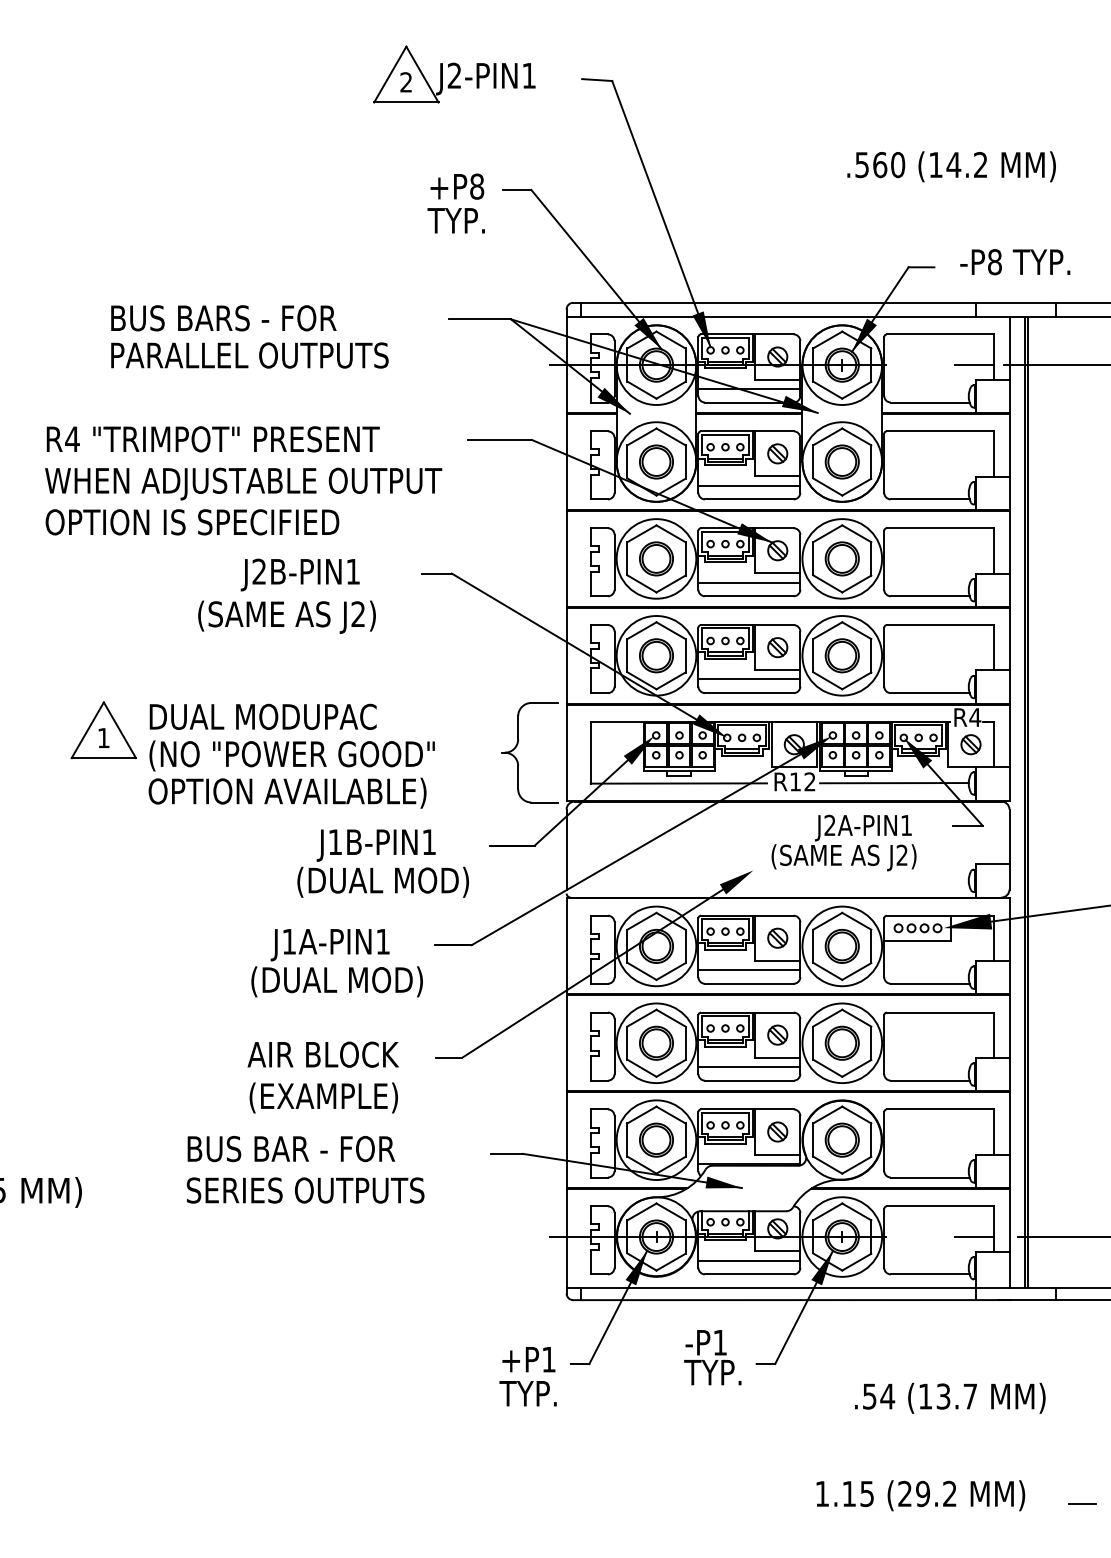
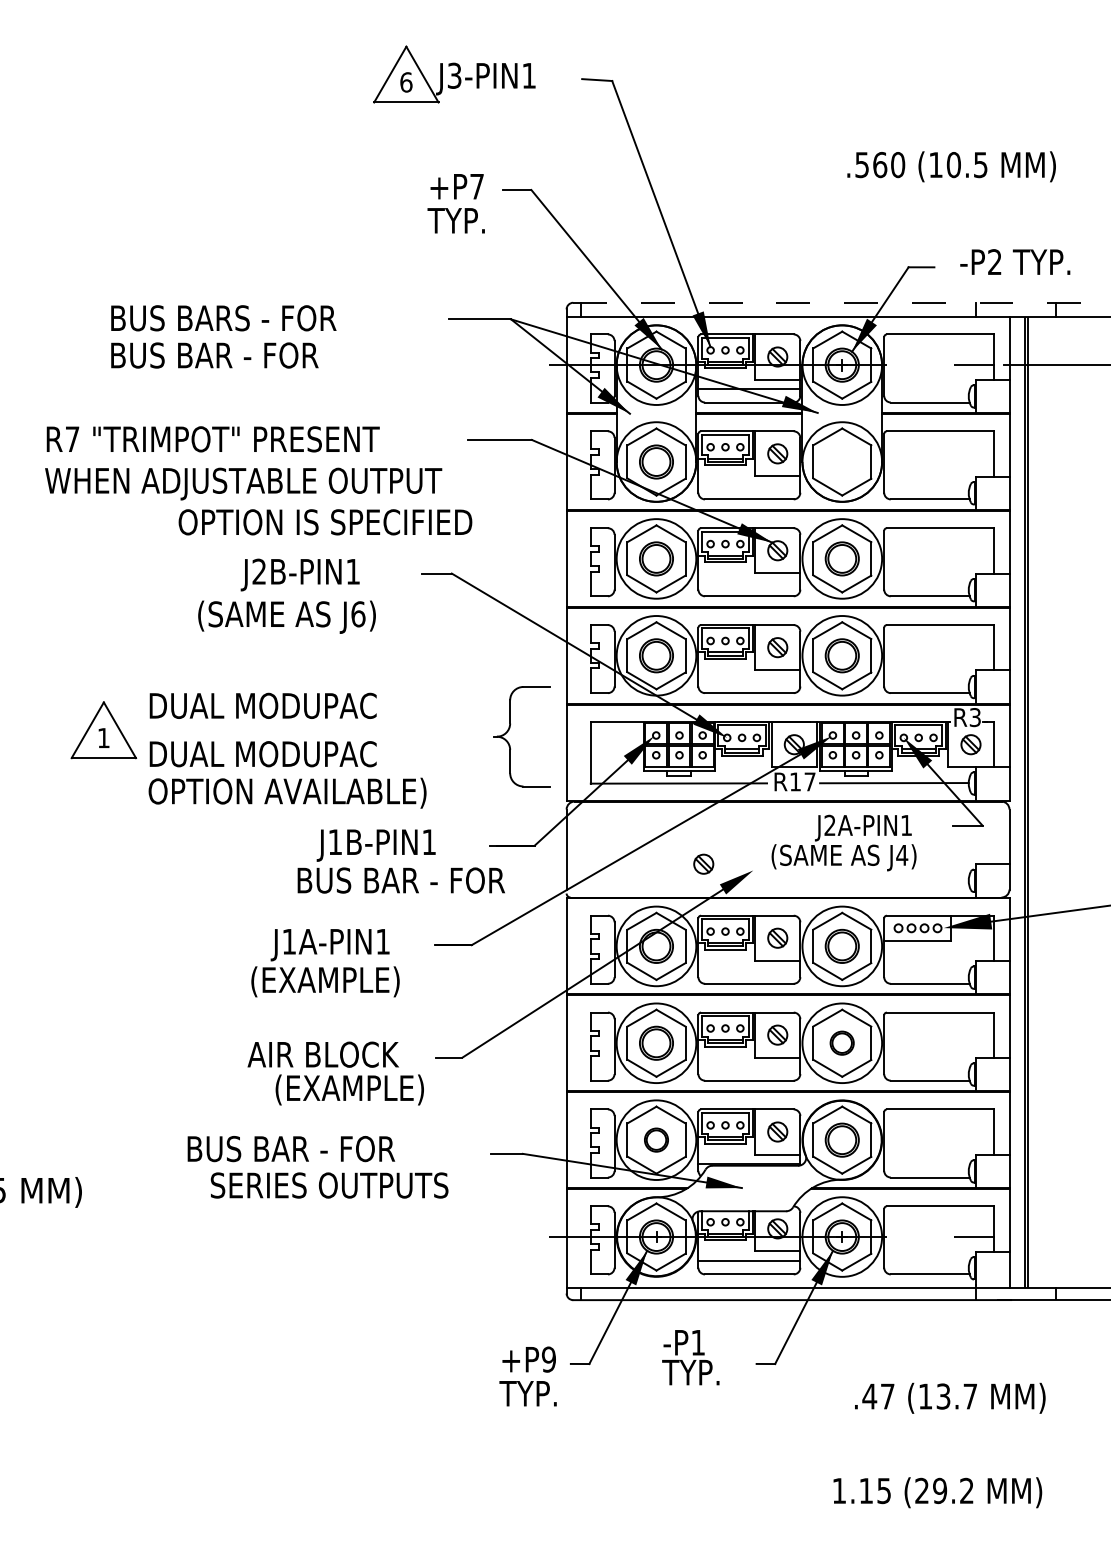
text at (454, 75): J2-PIN1 -> J3-PIN1
text at (406, 82): 2 -> 6
text at (966, 165): (14.2 -> (10.5
text at (477, 186): +P8 -> +P7
text at (994, 262): -P8 -> -P2
line at (842, 302): solid -> dashed
text at (251, 355): PARALLEL OUTPUTS -> BUS BAR - FOR
text at (72, 438): R4 -> R7
part at (841, 461): present -> none
line at (749, 485): present -> none
text at (192, 522) position: (192, 522) -> (325, 522)
line at (749, 582): present -> none
text at (358, 614): J2) -> J6)
line at (749, 679): present -> none
text at (262, 716) position: (262, 716) -> (262, 705)
text at (975, 717): R4 -> R3
part at (517, 746) position: (517, 746) -> (509, 730)
text at (291, 755): (NO "POWER GOOD" -> DUAL MODUPAC
text at (809, 781): R12 -> R17
text at (902, 854): J2) -> J4)
part at (703, 863): none -> present
text at (400, 881): (DUAL MOD) -> BUS BAR - FOR
line at (749, 970): present -> none
text at (343, 981): (DUAL MOD) -> (EXAMPLE)
part at (841, 1042) size: 36x36 px -> 26x26 px
line at (749, 1066): present -> none
text at (323, 1097) position: (323, 1097) -> (349, 1089)
part at (656, 1139) size: 35x36 px -> 25x26 px
text at (305, 1190) position: (305, 1190) -> (329, 1185)
line at (1062, 1236): present -> none
text at (712, 1357) position: (712, 1357) -> (690, 1357)
text at (548, 1359): +P1 -> +P9
text at (878, 1396): .54 -> .47
text at (920, 1495) position: (920, 1495) -> (937, 1492)
line at (1082, 1503): present -> none
